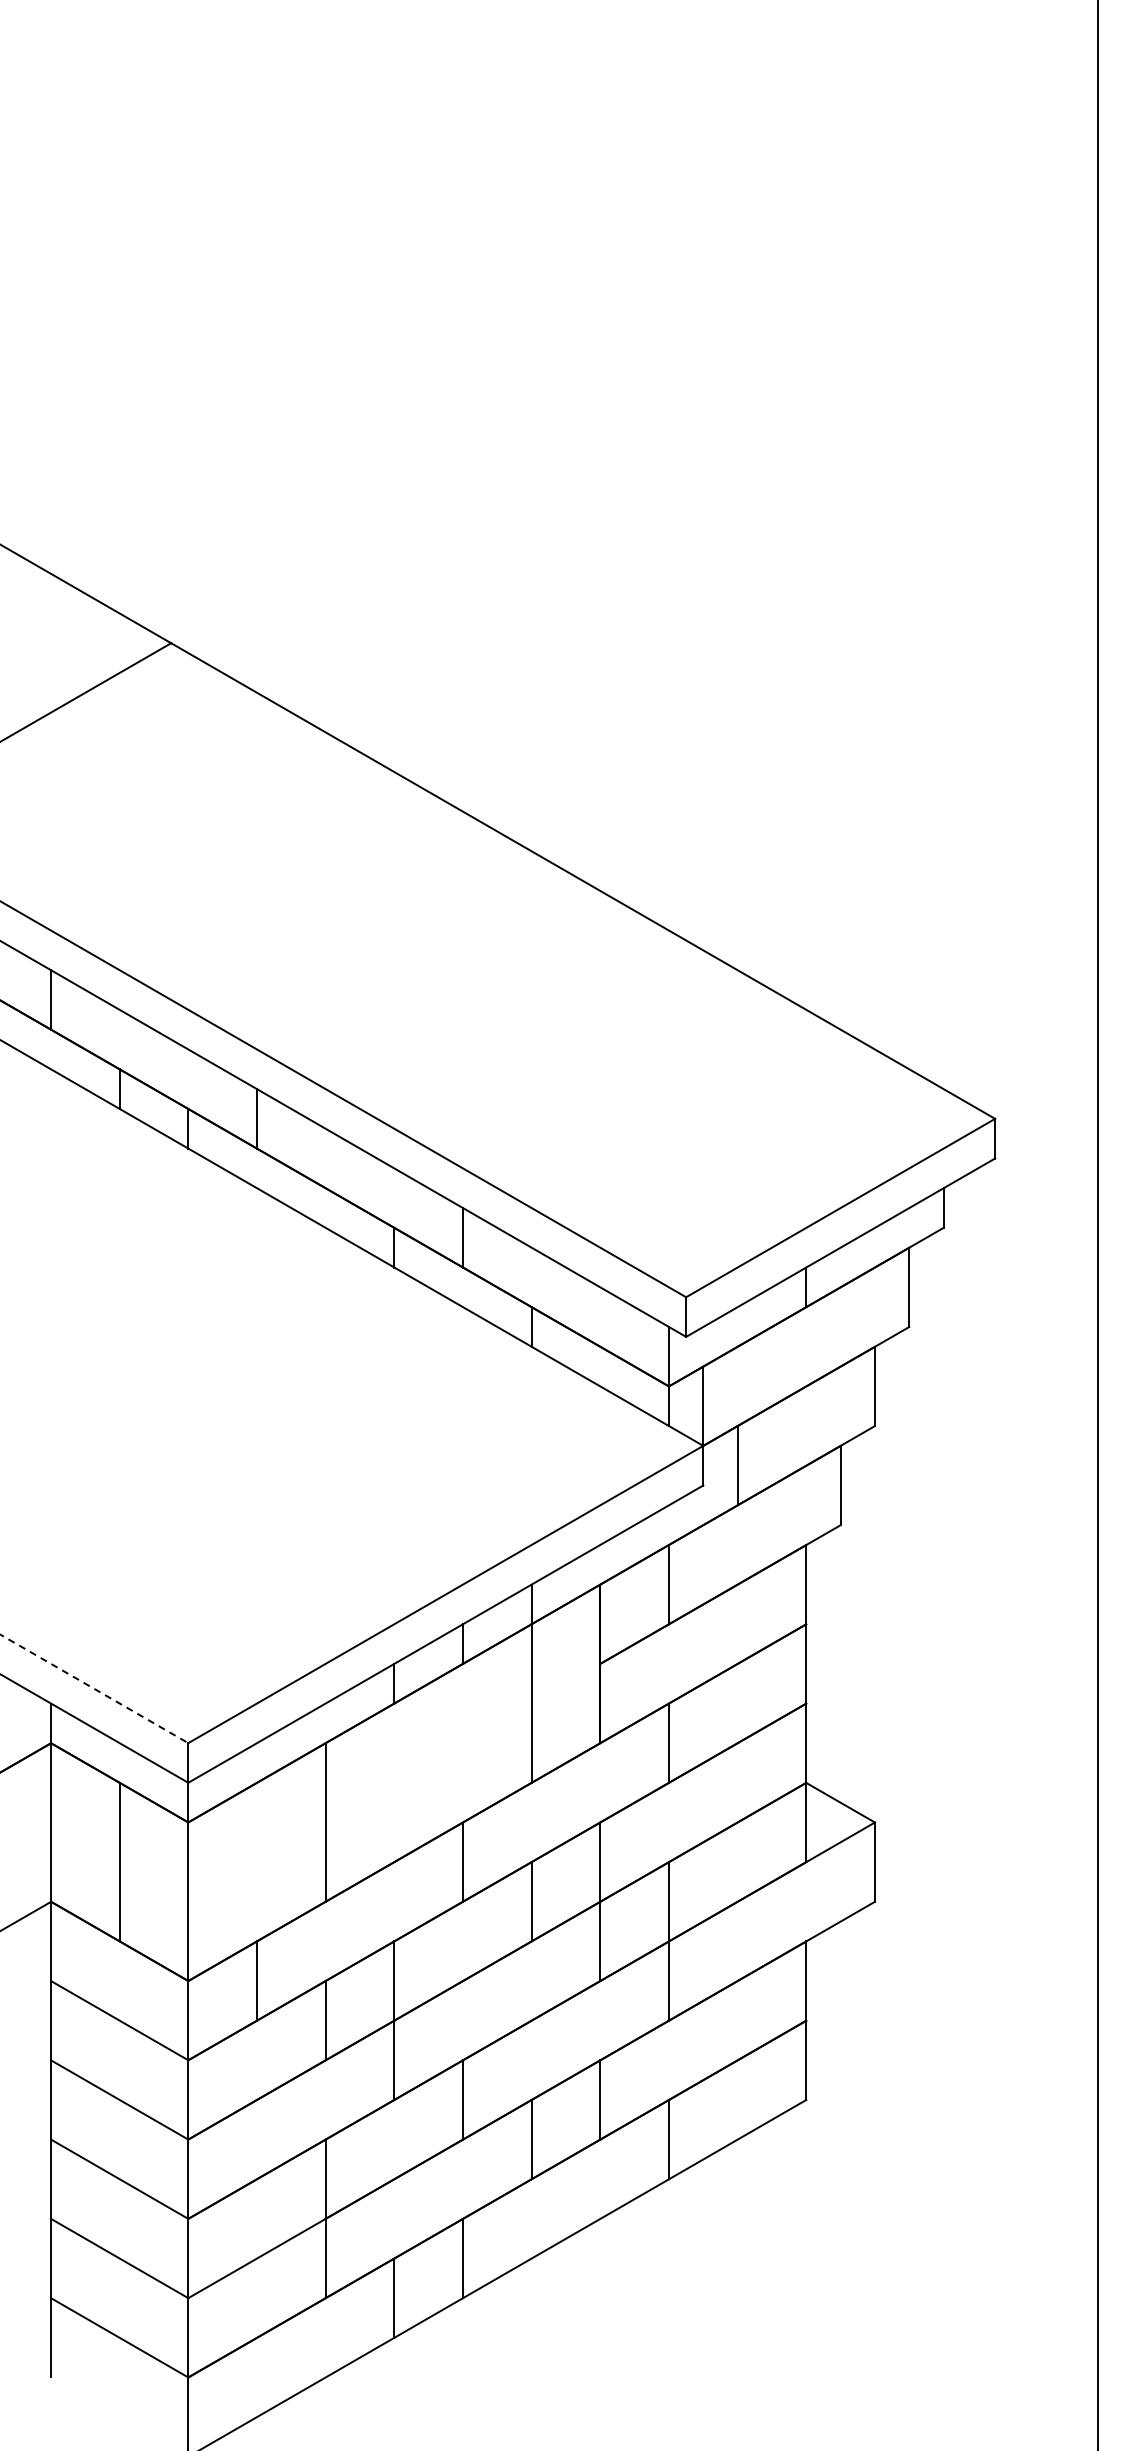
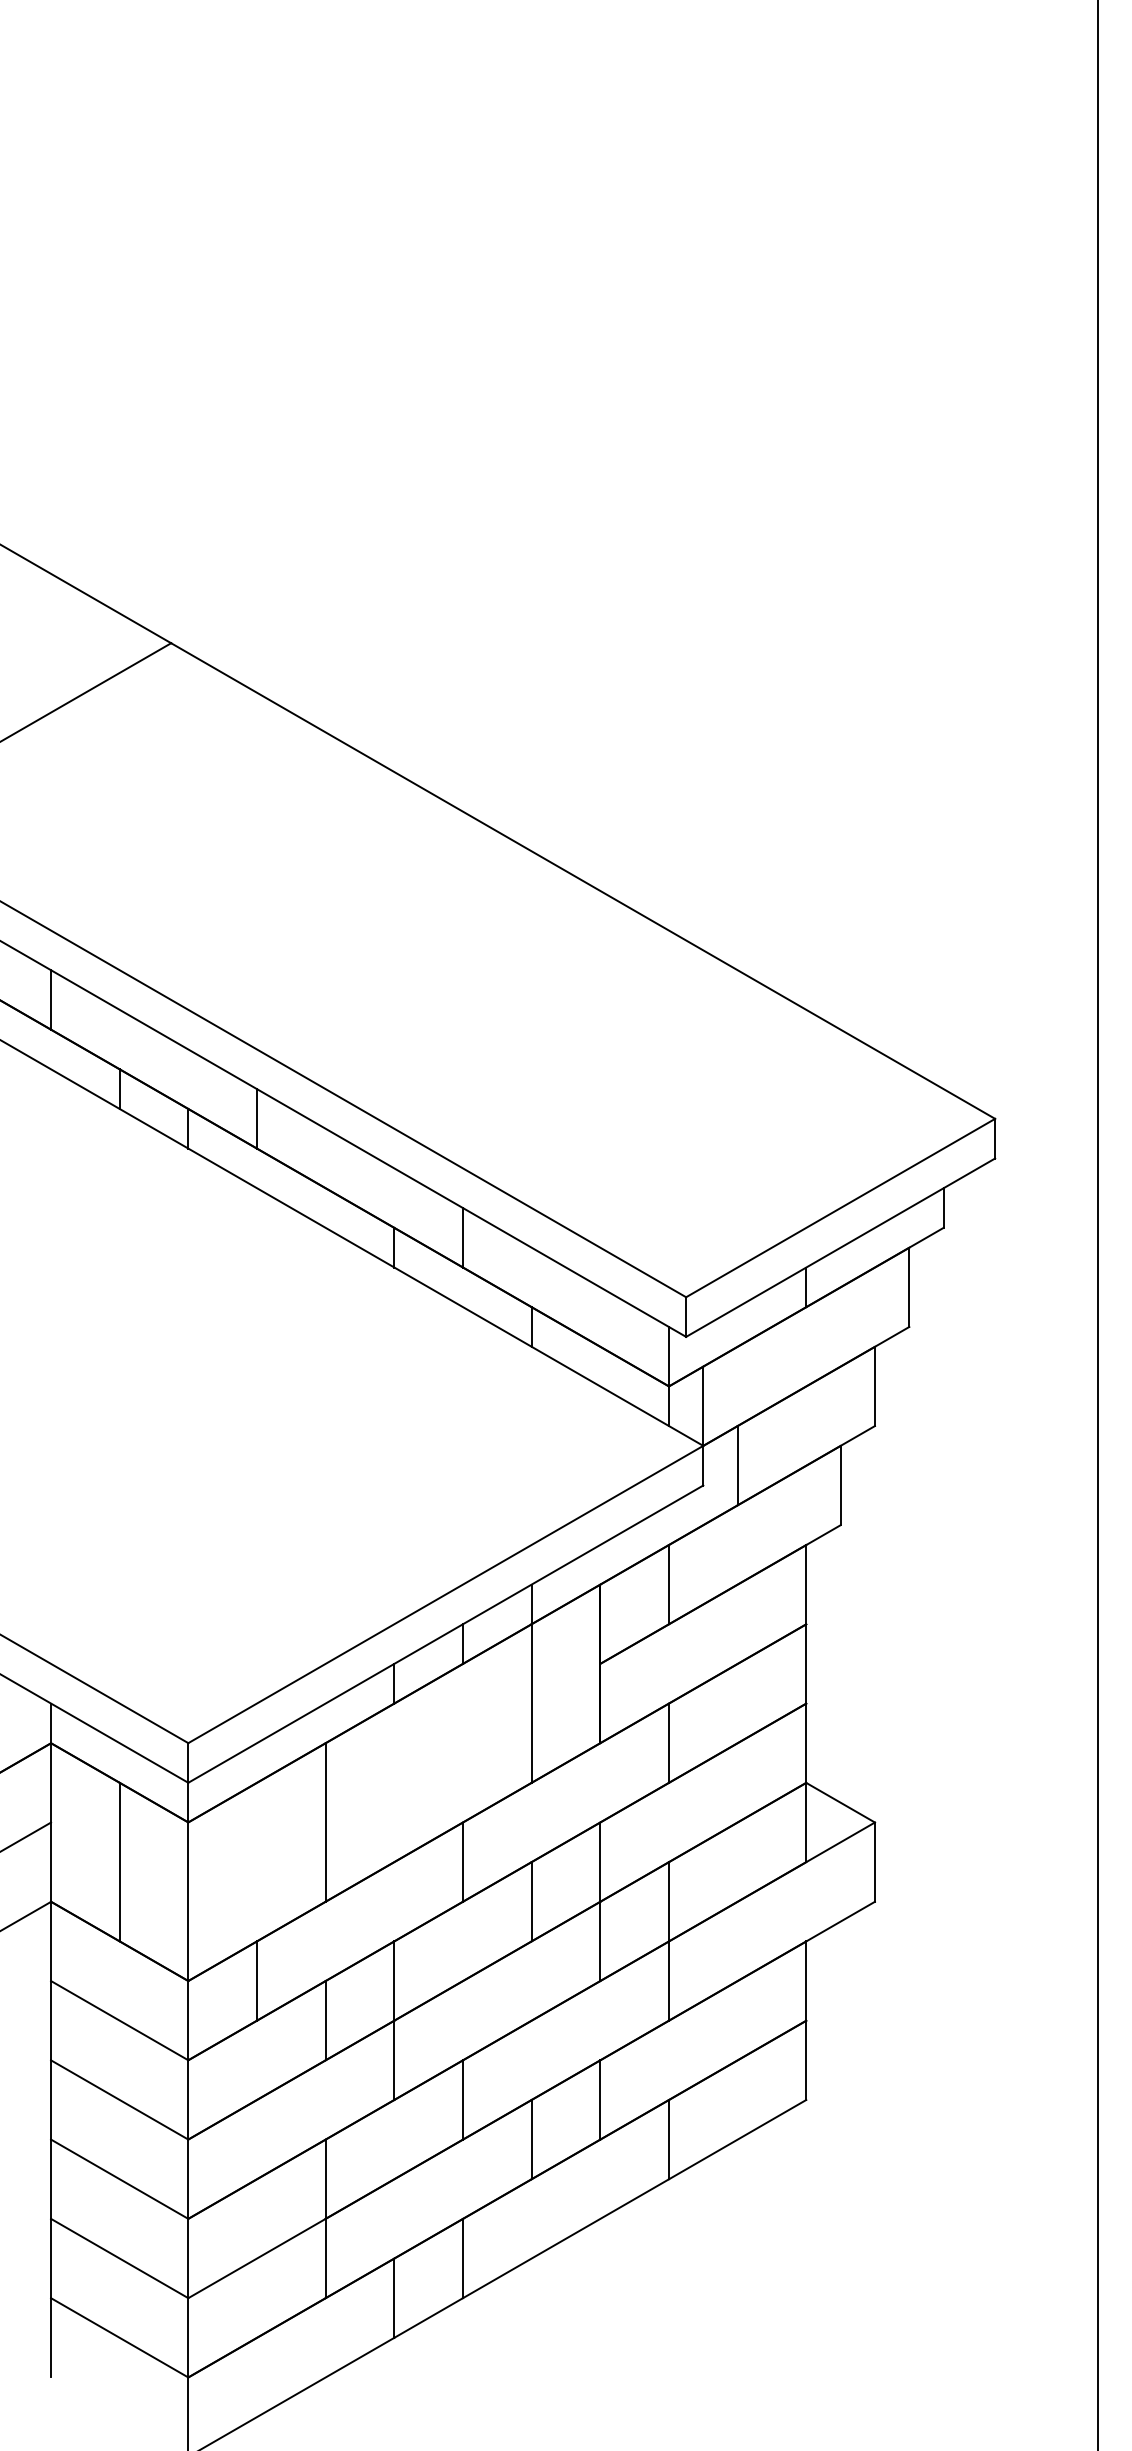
line at (94, 1689): dashed -> solid
line at (26, 1836): none -> present
